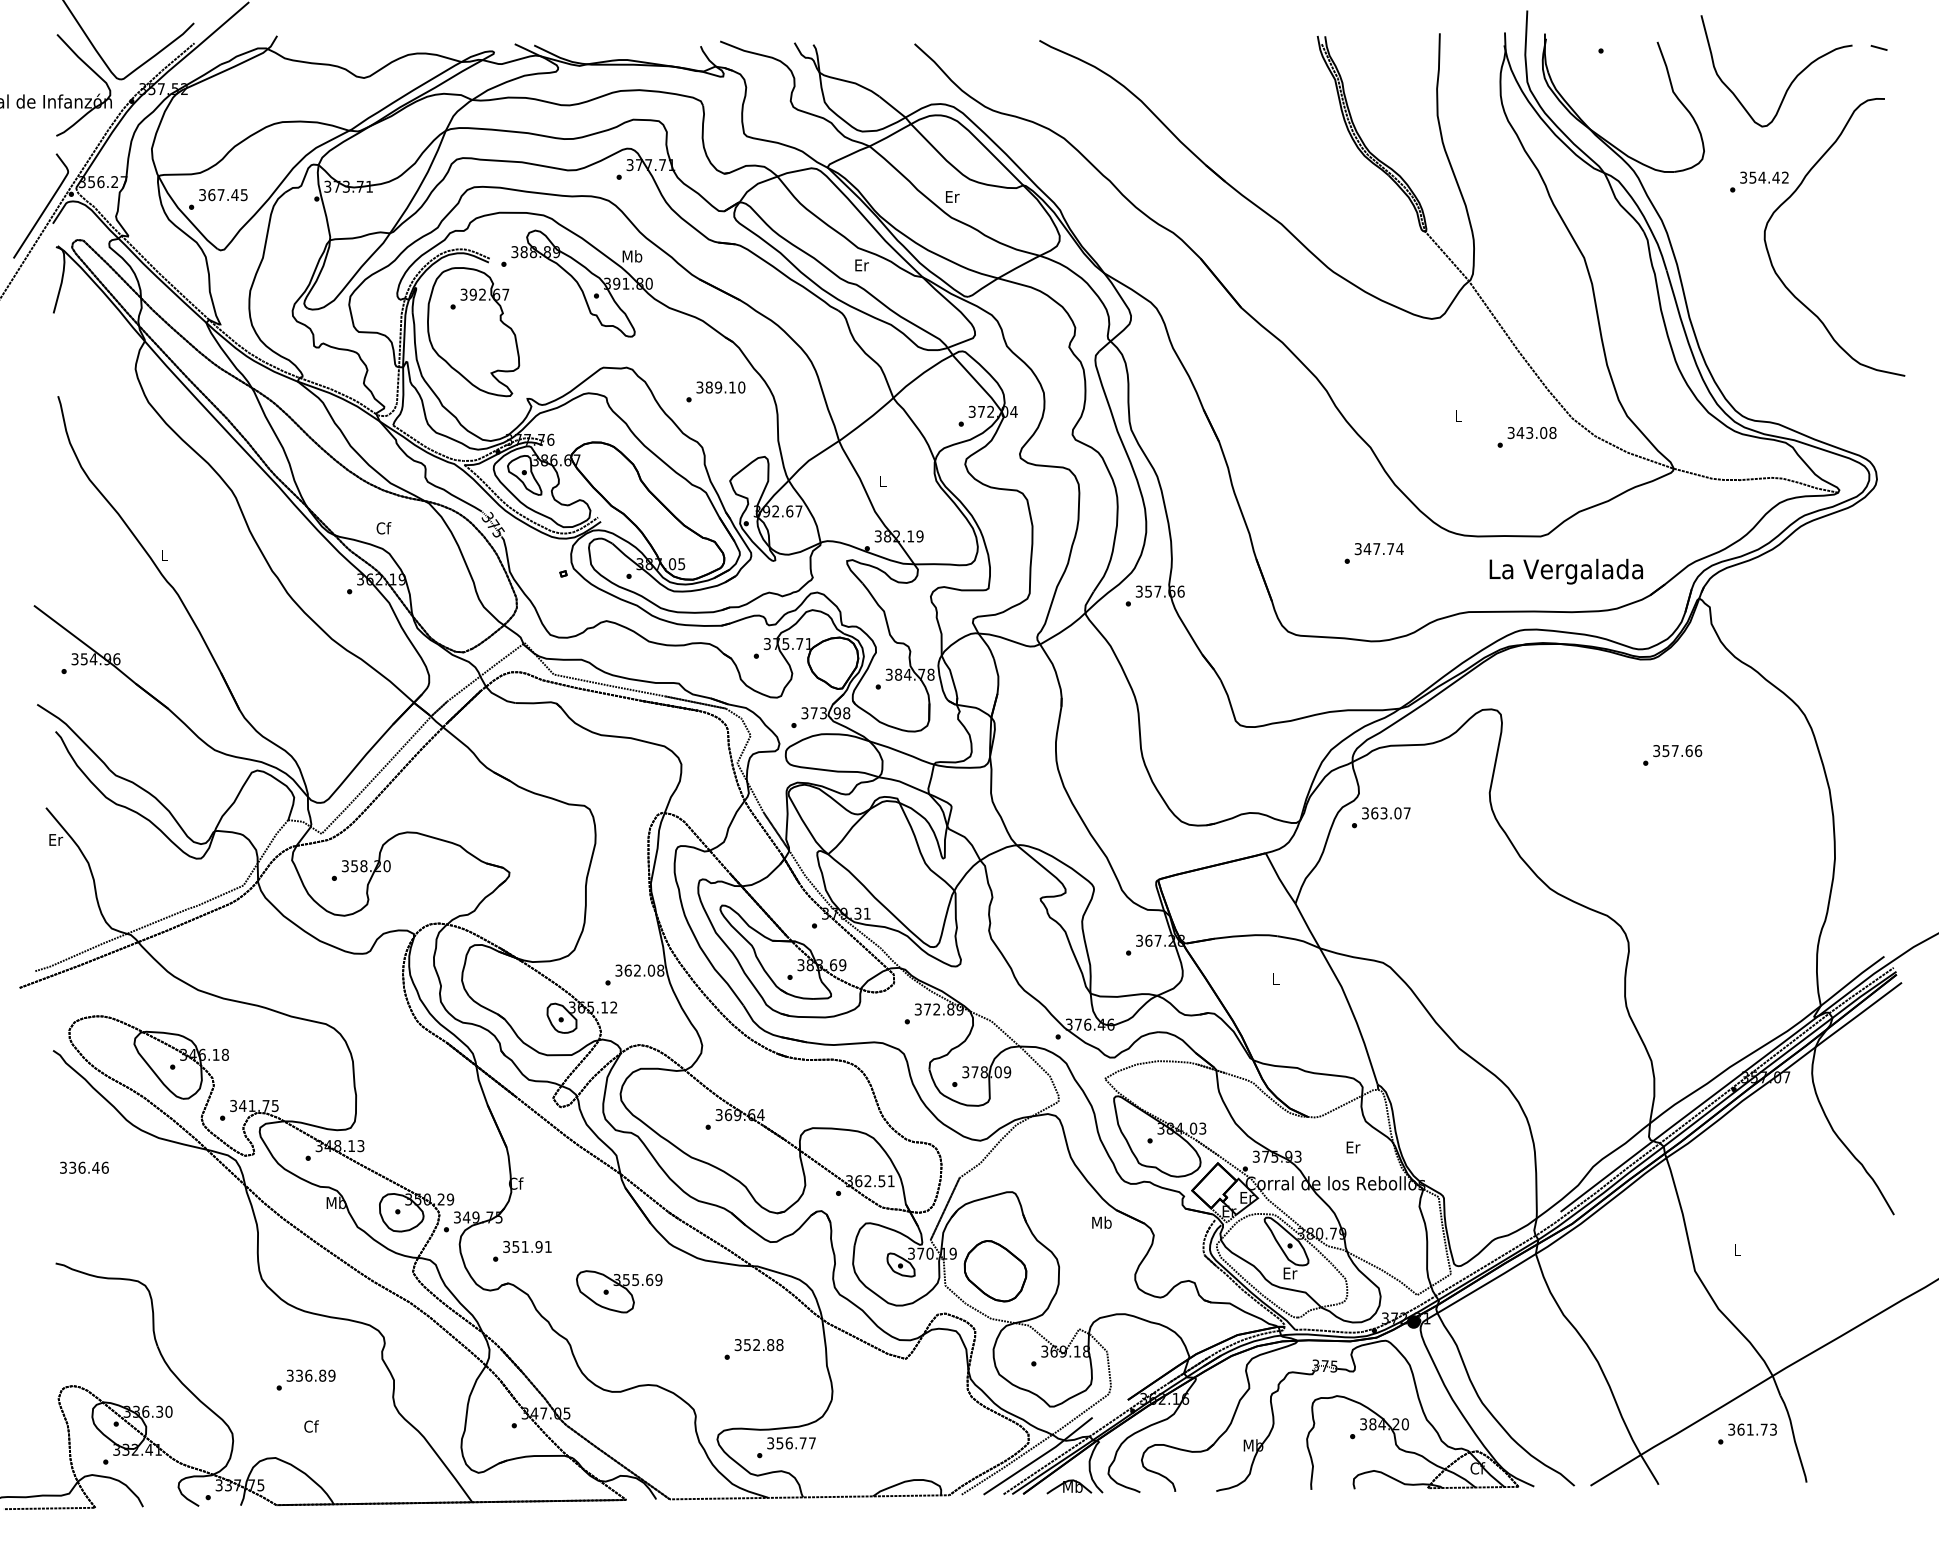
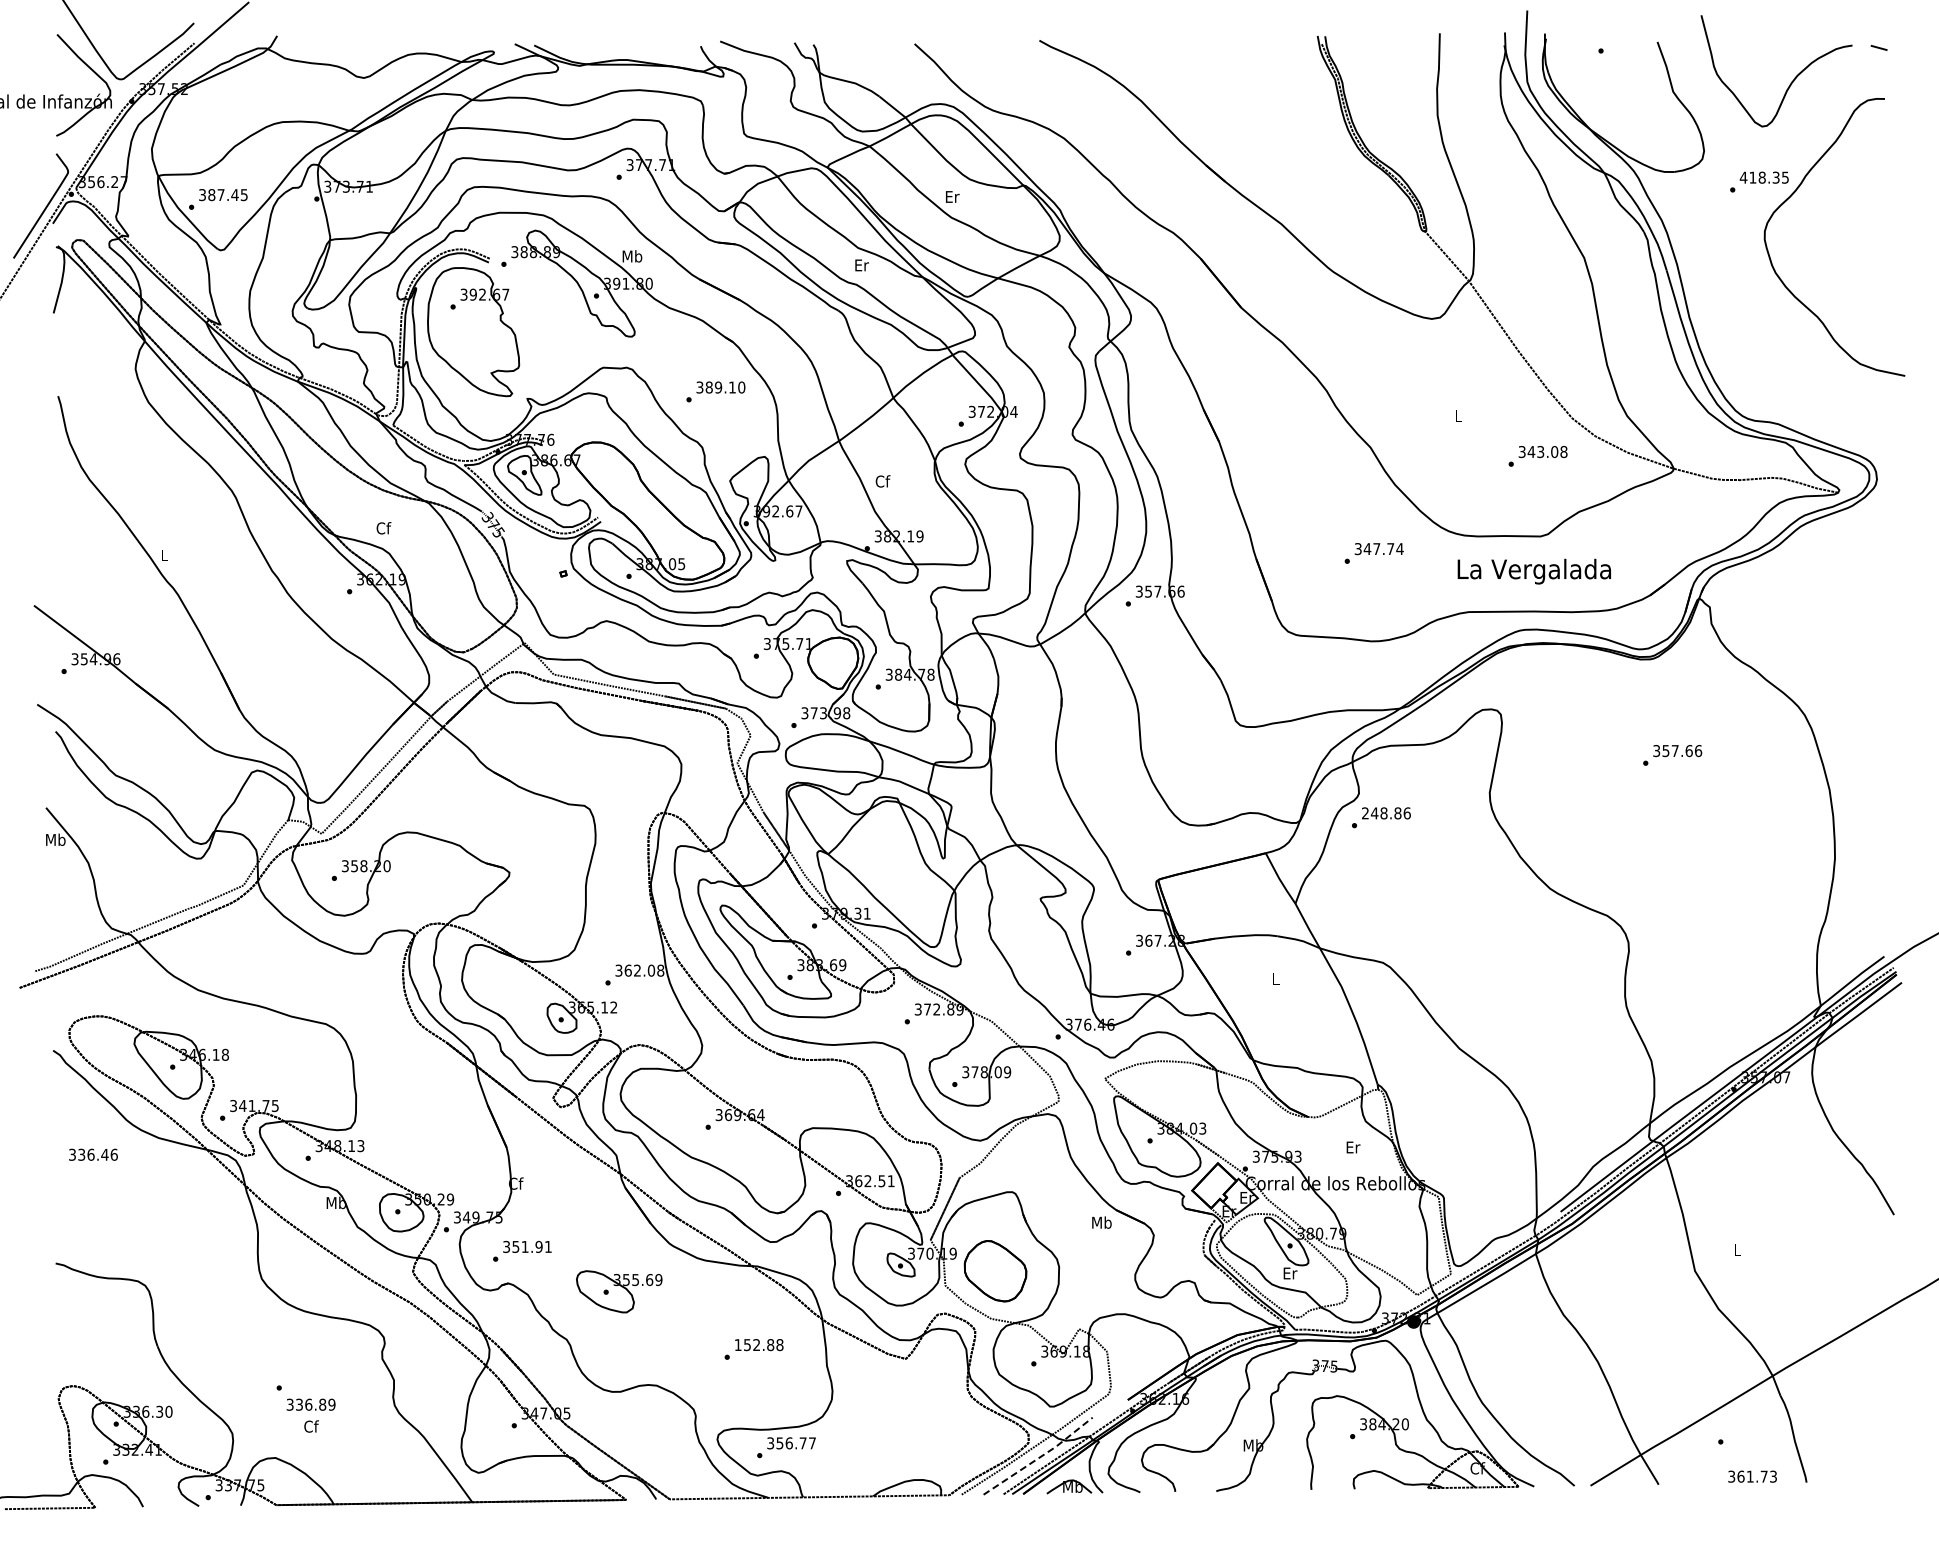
text at (1763, 177): 354.42 -> 418.35
text at (211, 194): 367.45 -> 387.45
text at (1526, 437) position: (1526, 437) -> (1537, 456)
text at (882, 481): L -> Cf
text at (1565, 571) position: (1565, 571) -> (1533, 571)
text at (1386, 813): 363.07 -> 248.86
text at (55, 839): Er -> Mb
text at (84, 1167) position: (84, 1167) -> (93, 1154)
text at (737, 1345): 352.88 -> 152.88
text at (310, 1375) position: (310, 1375) -> (310, 1404)
text at (1752, 1429) position: (1752, 1429) -> (1752, 1476)
line at (1040, 1457): solid -> dashed
